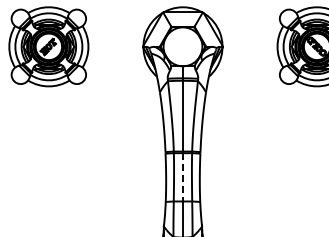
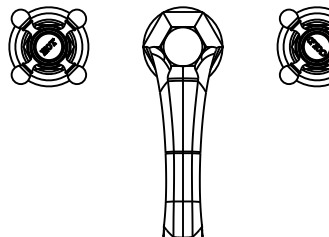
line at (182, 177): dashed -> solid
